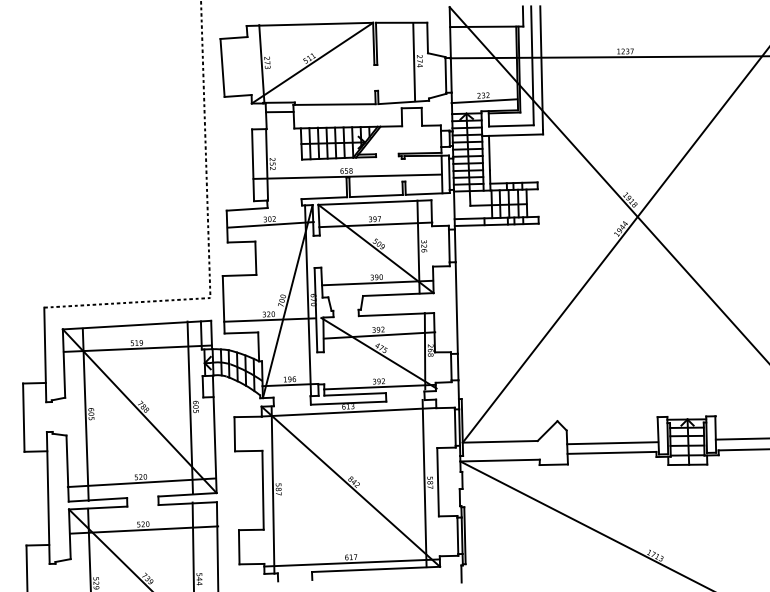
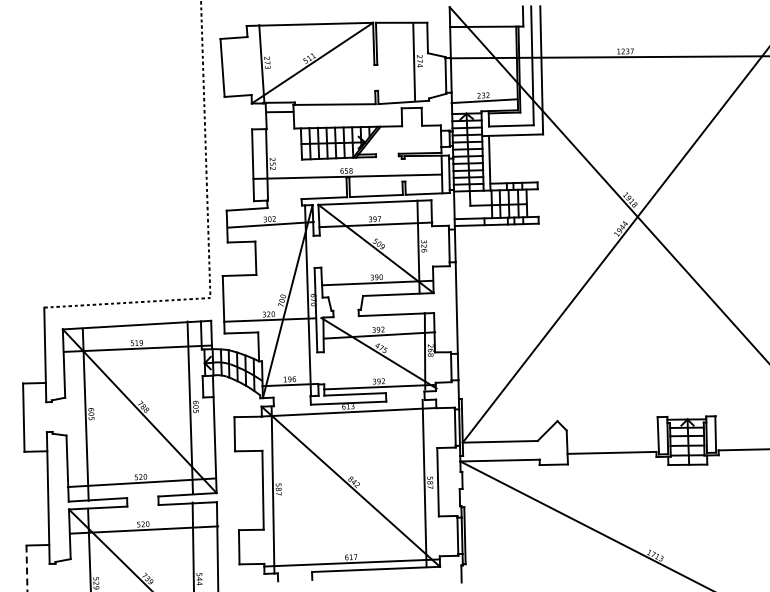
line at (740, 438): present -> none
line at (612, 443): present -> none
line at (26, 568): solid -> dashed
